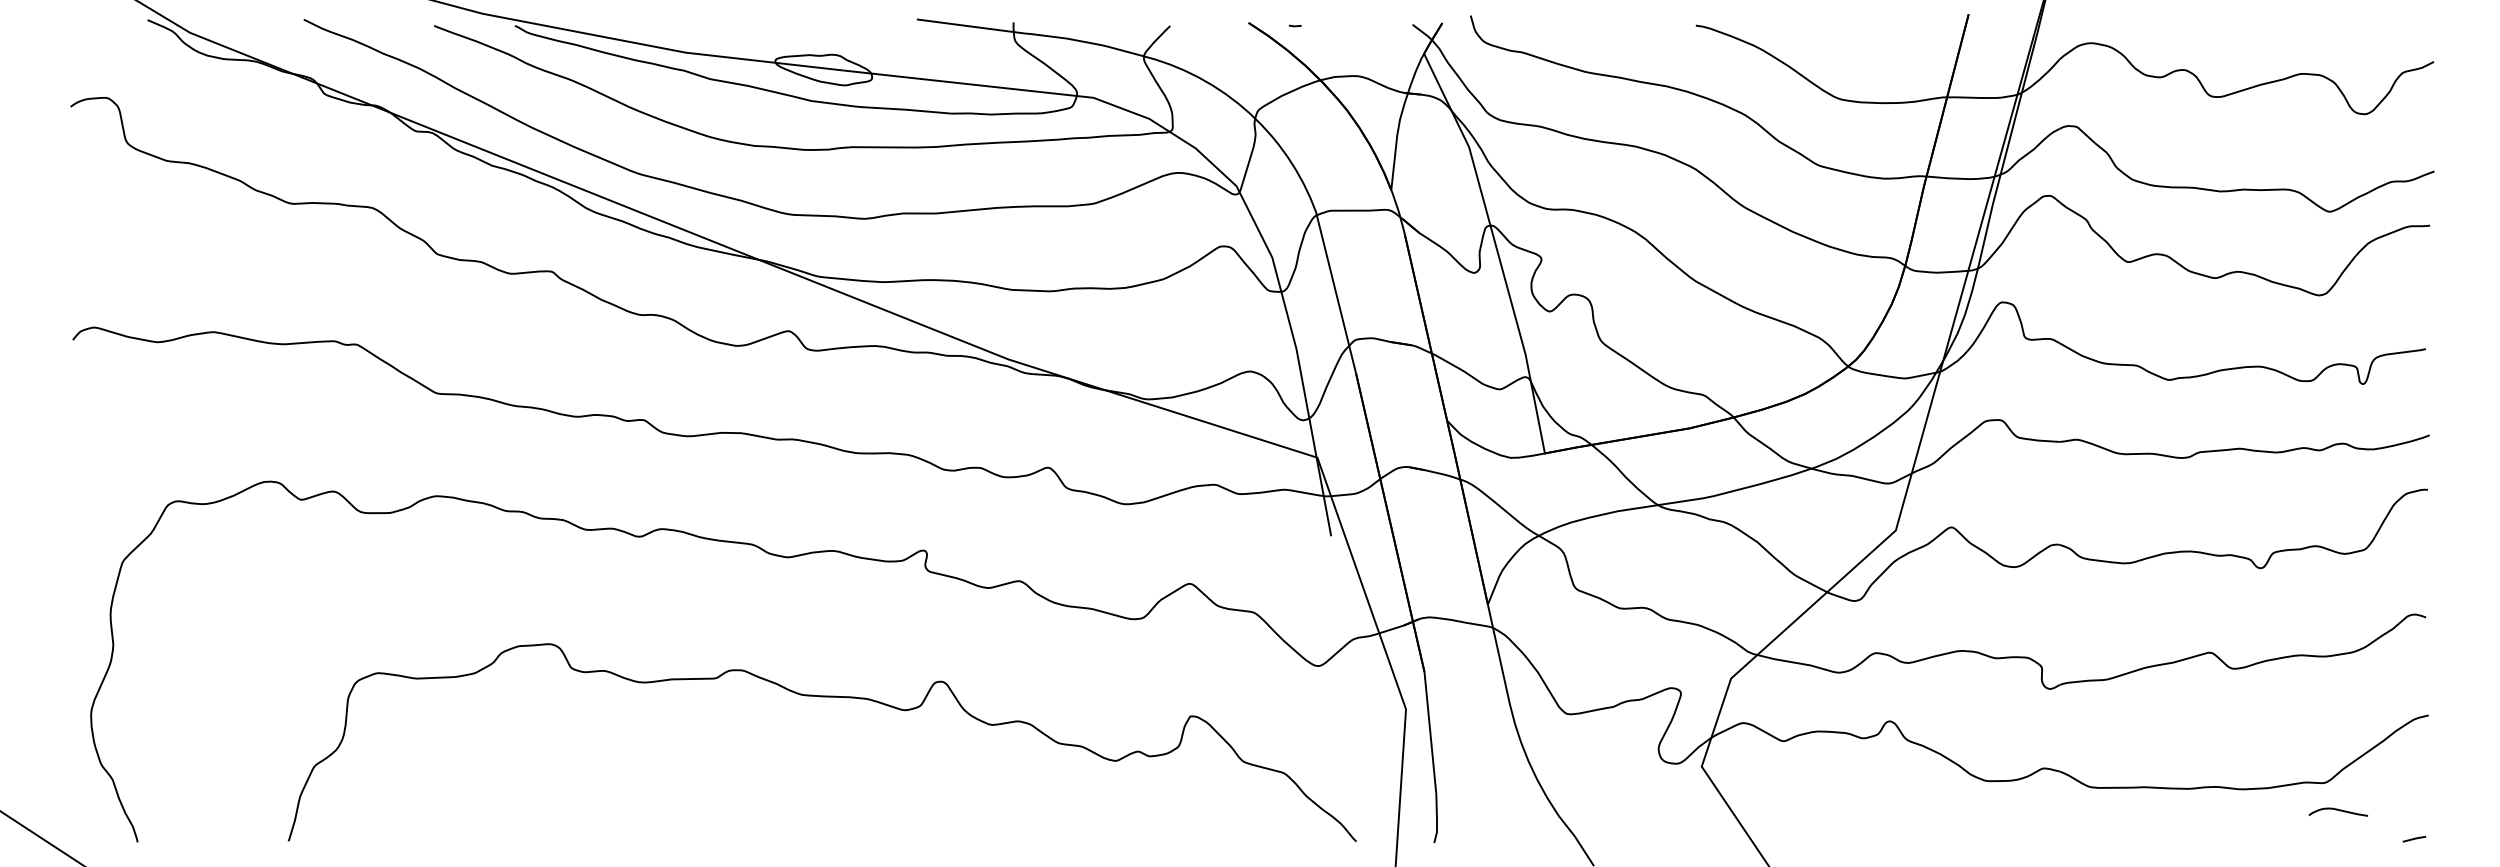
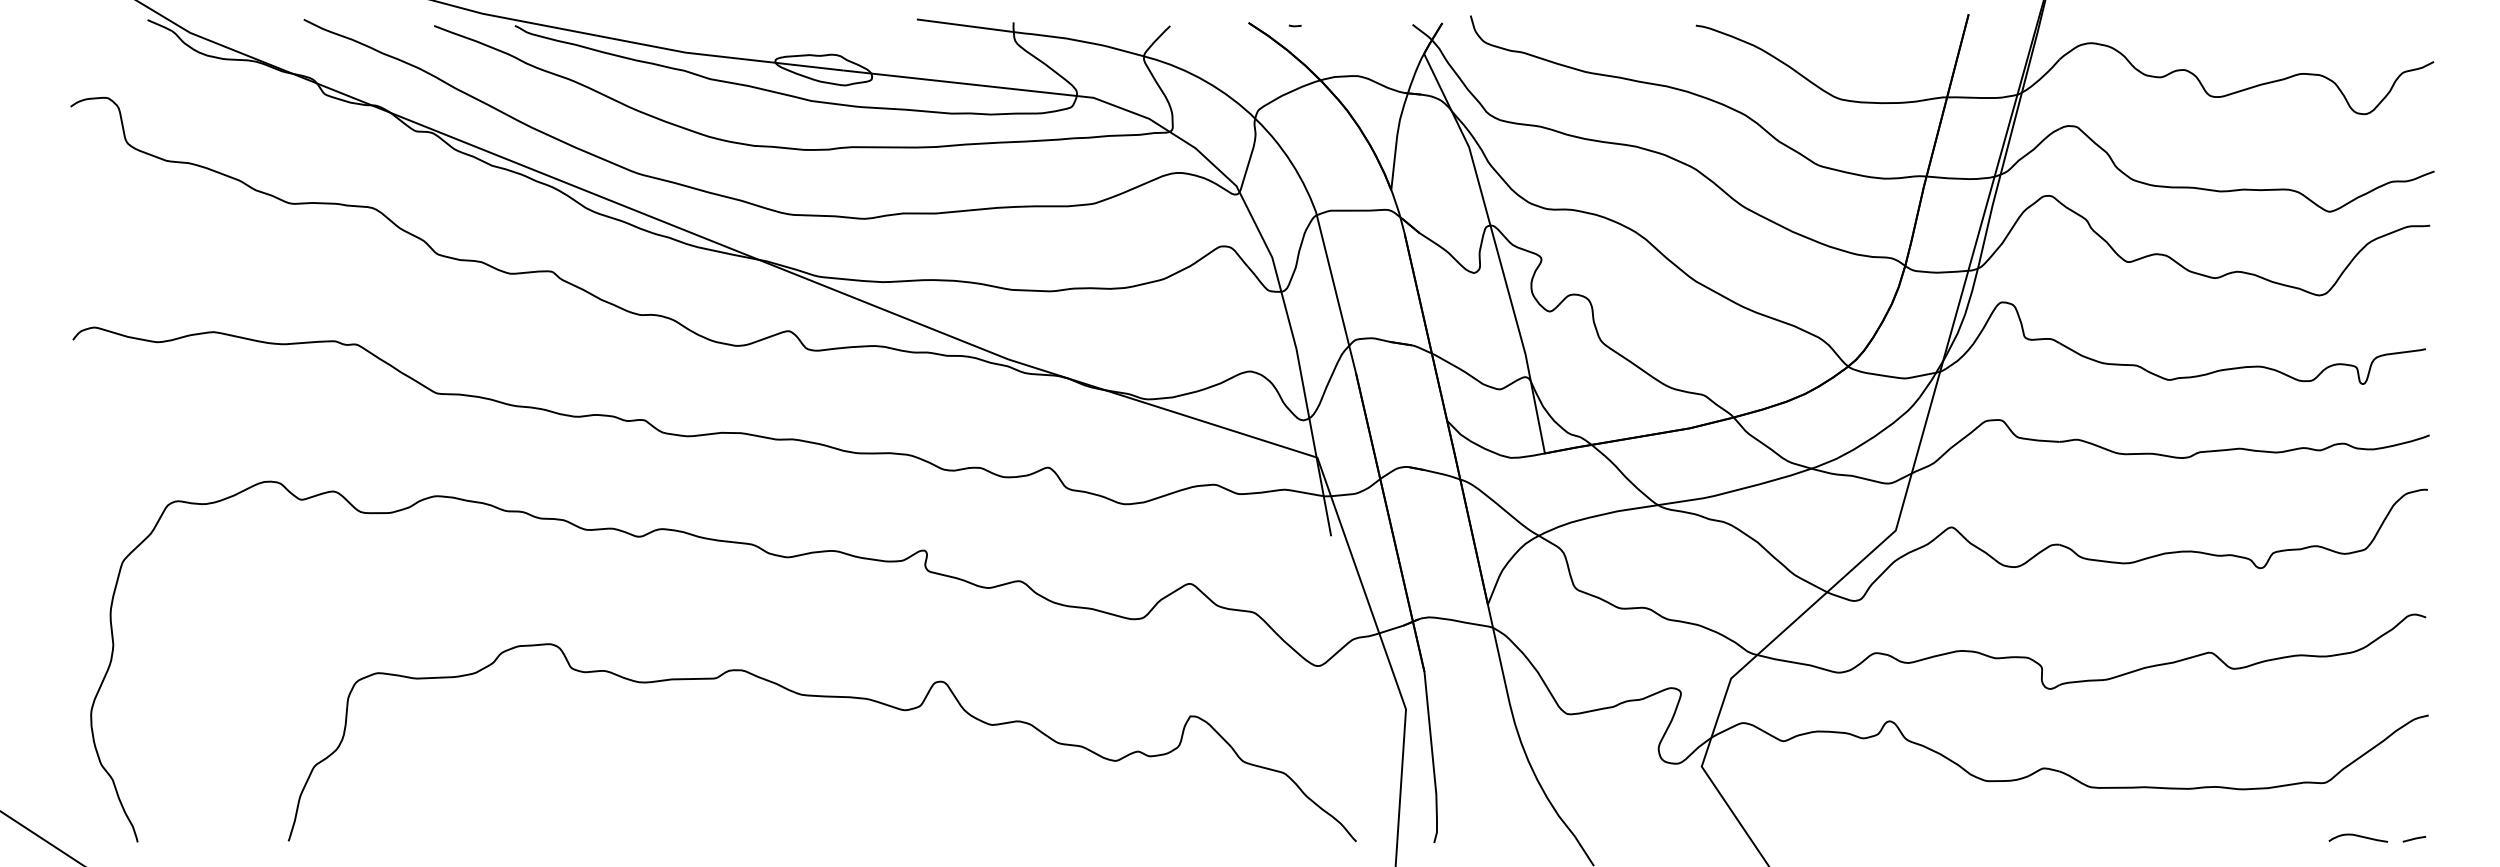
curve at (2338, 810) position: (2338, 810) -> (2358, 836)
